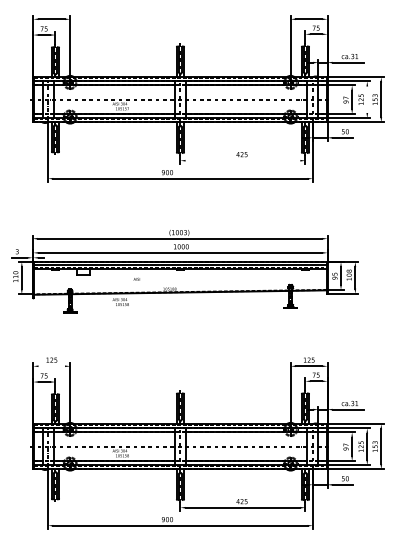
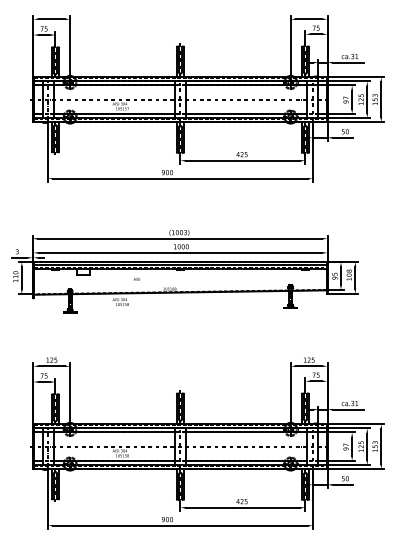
line at (367, 99): none -> present
line at (242, 160): none -> present
line at (51, 366): none -> present
